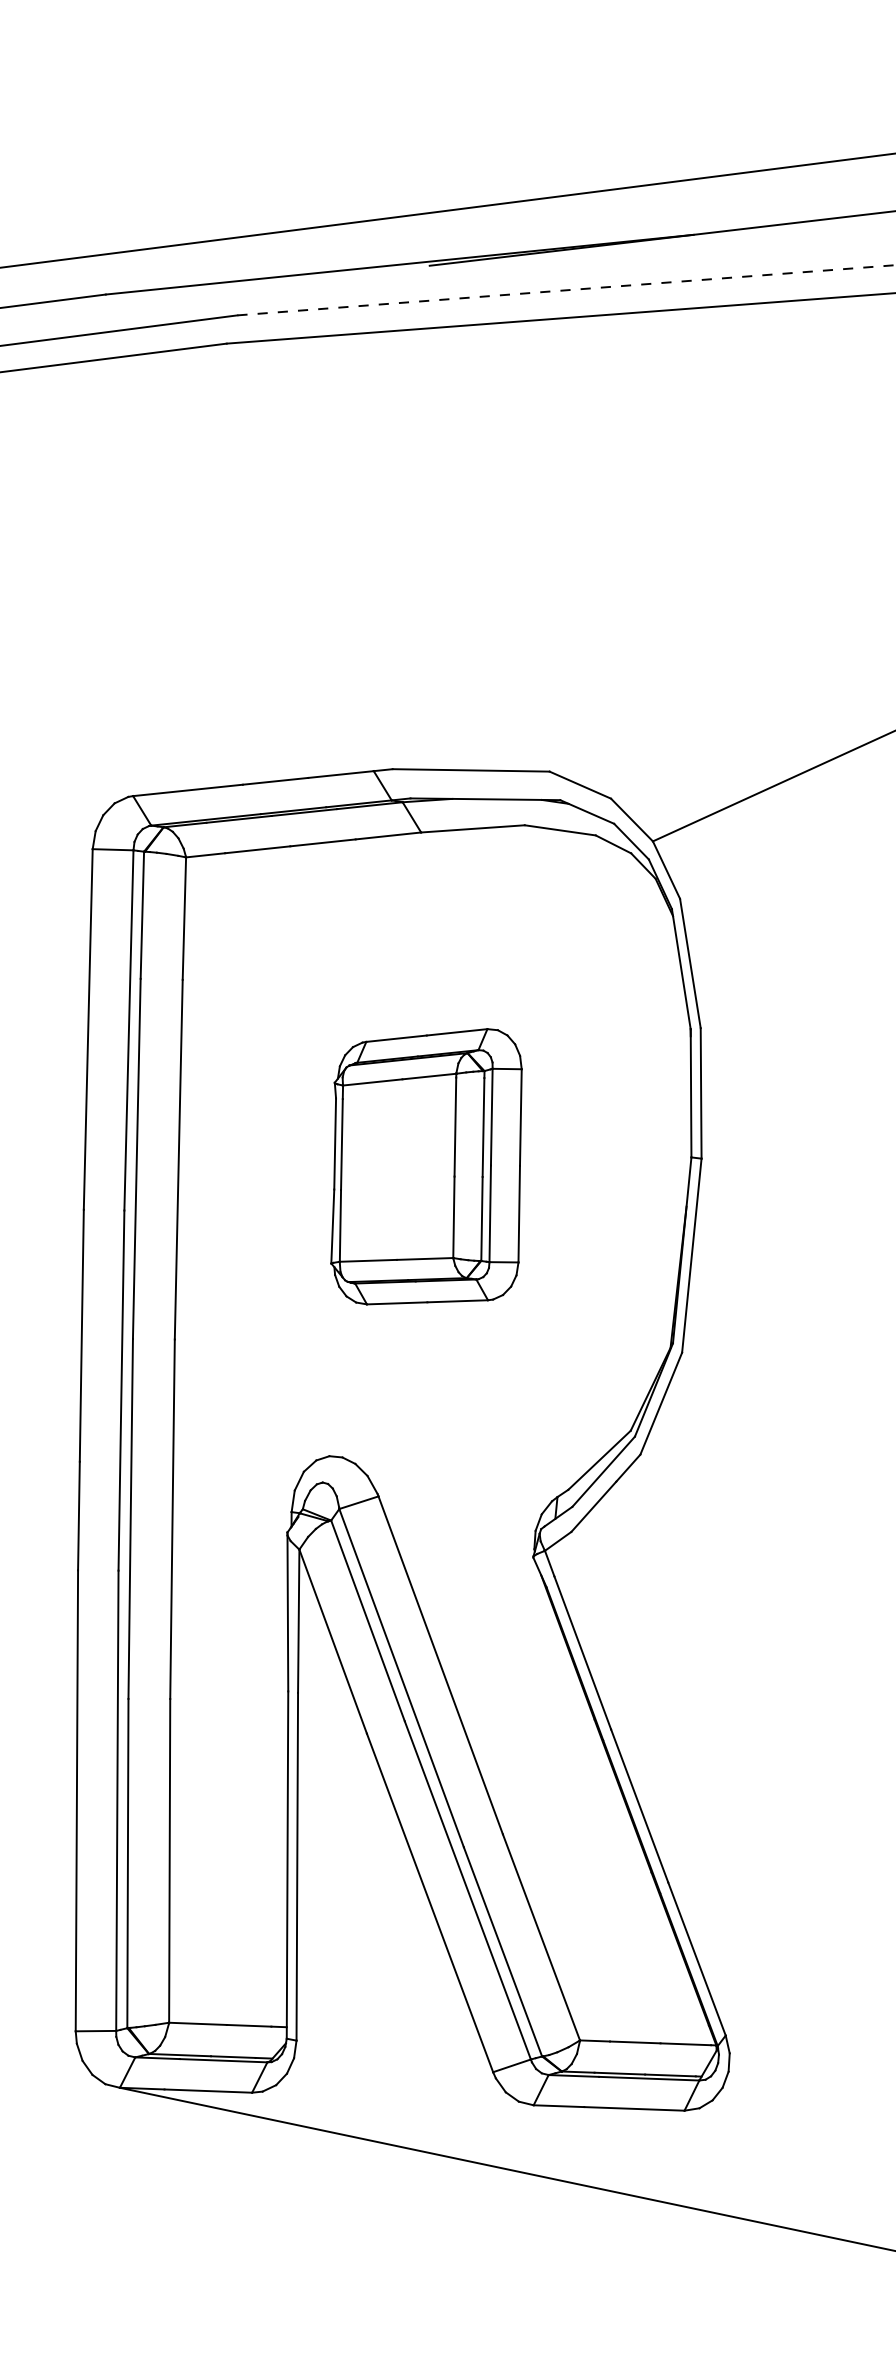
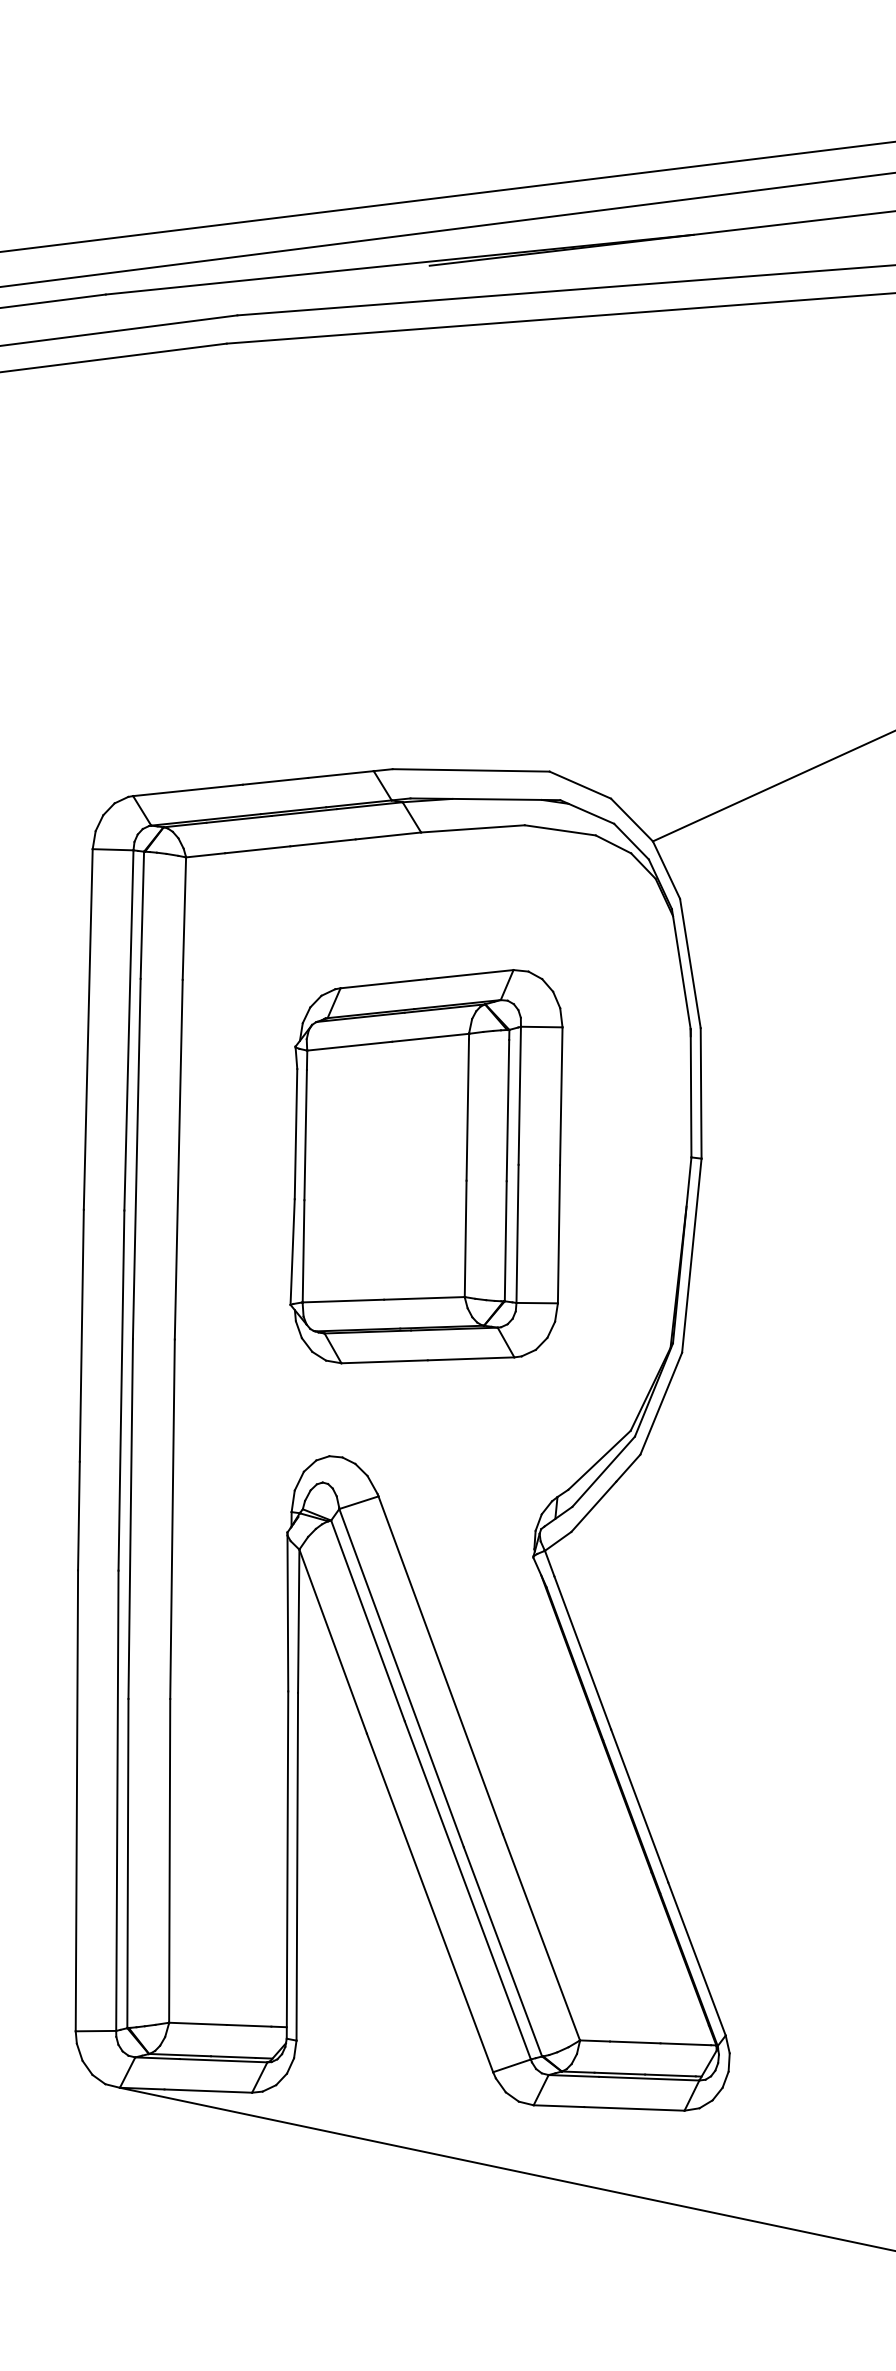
line at (447, 196): none -> present
line at (447, 210) position: (447, 210) -> (447, 229)
line at (566, 290): dashed -> solid
part at (426, 1166) size: 193x278 px -> 275x396 px
